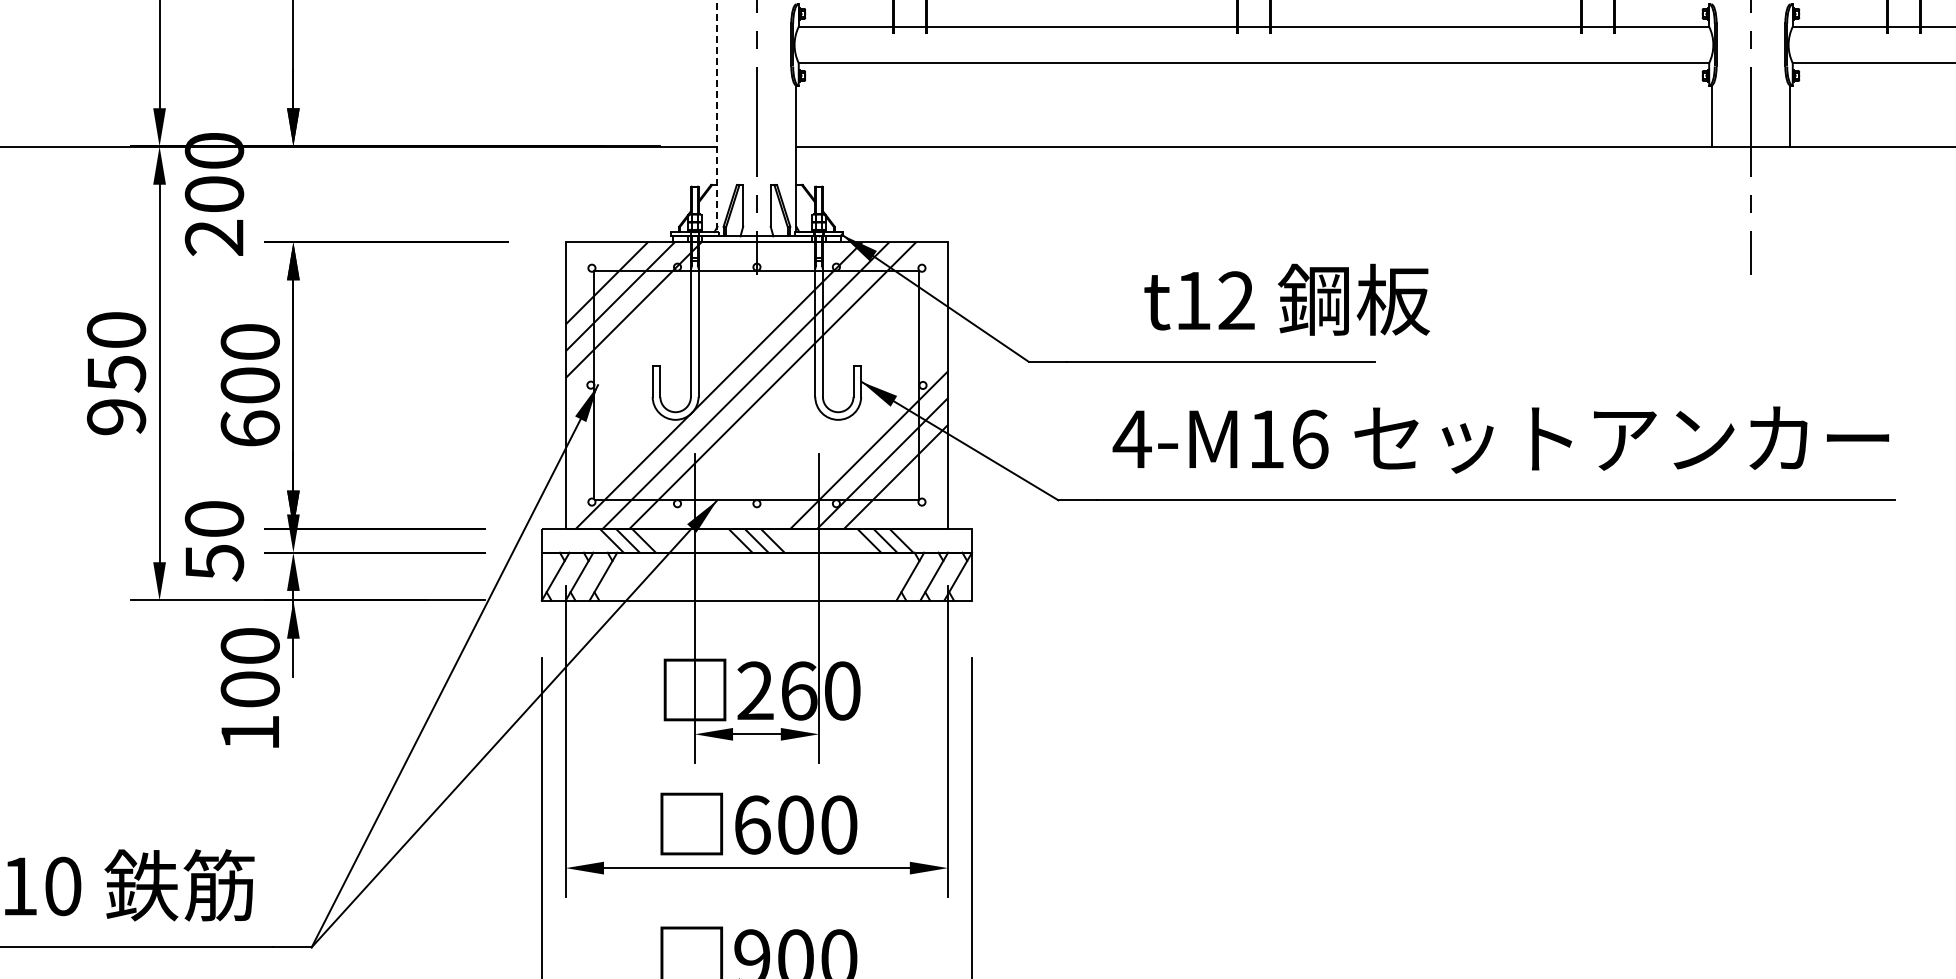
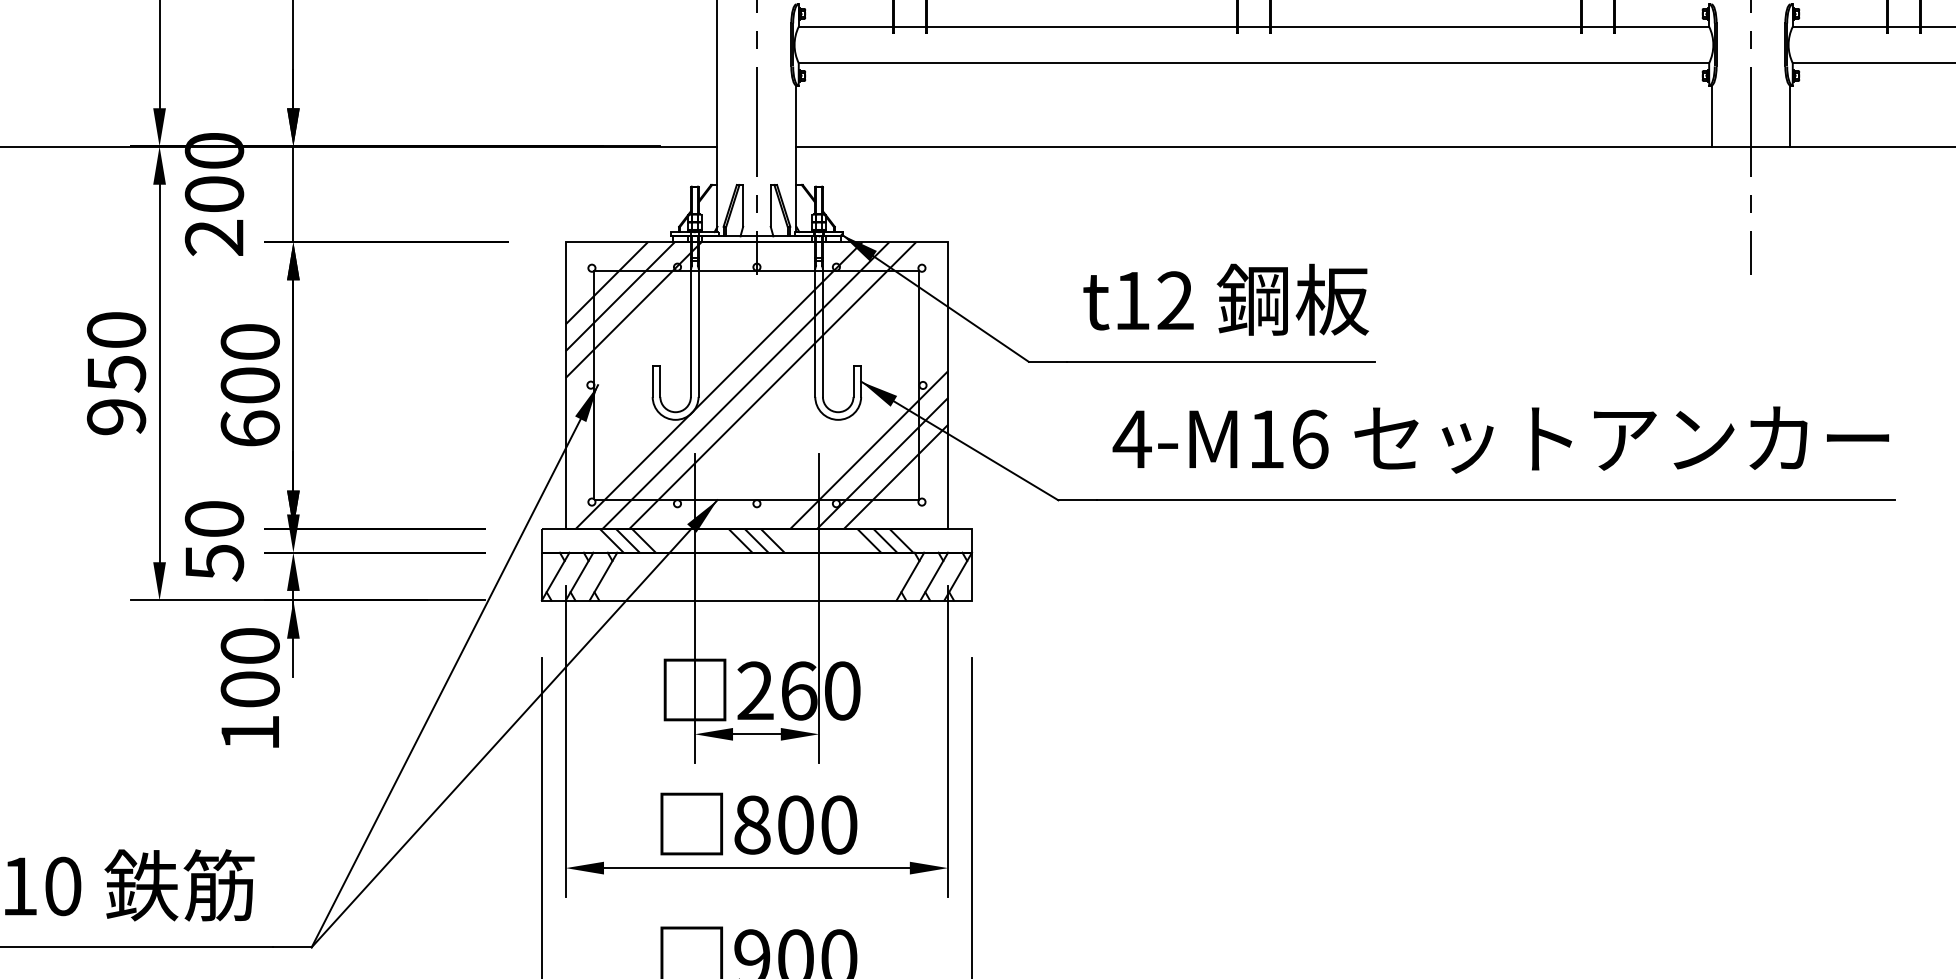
line at (717, 116): dashed -> solid
line at (293, 194): none -> present
text at (1286, 299) position: (1286, 299) -> (1225, 299)
text at (752, 824): 600 -> 800
